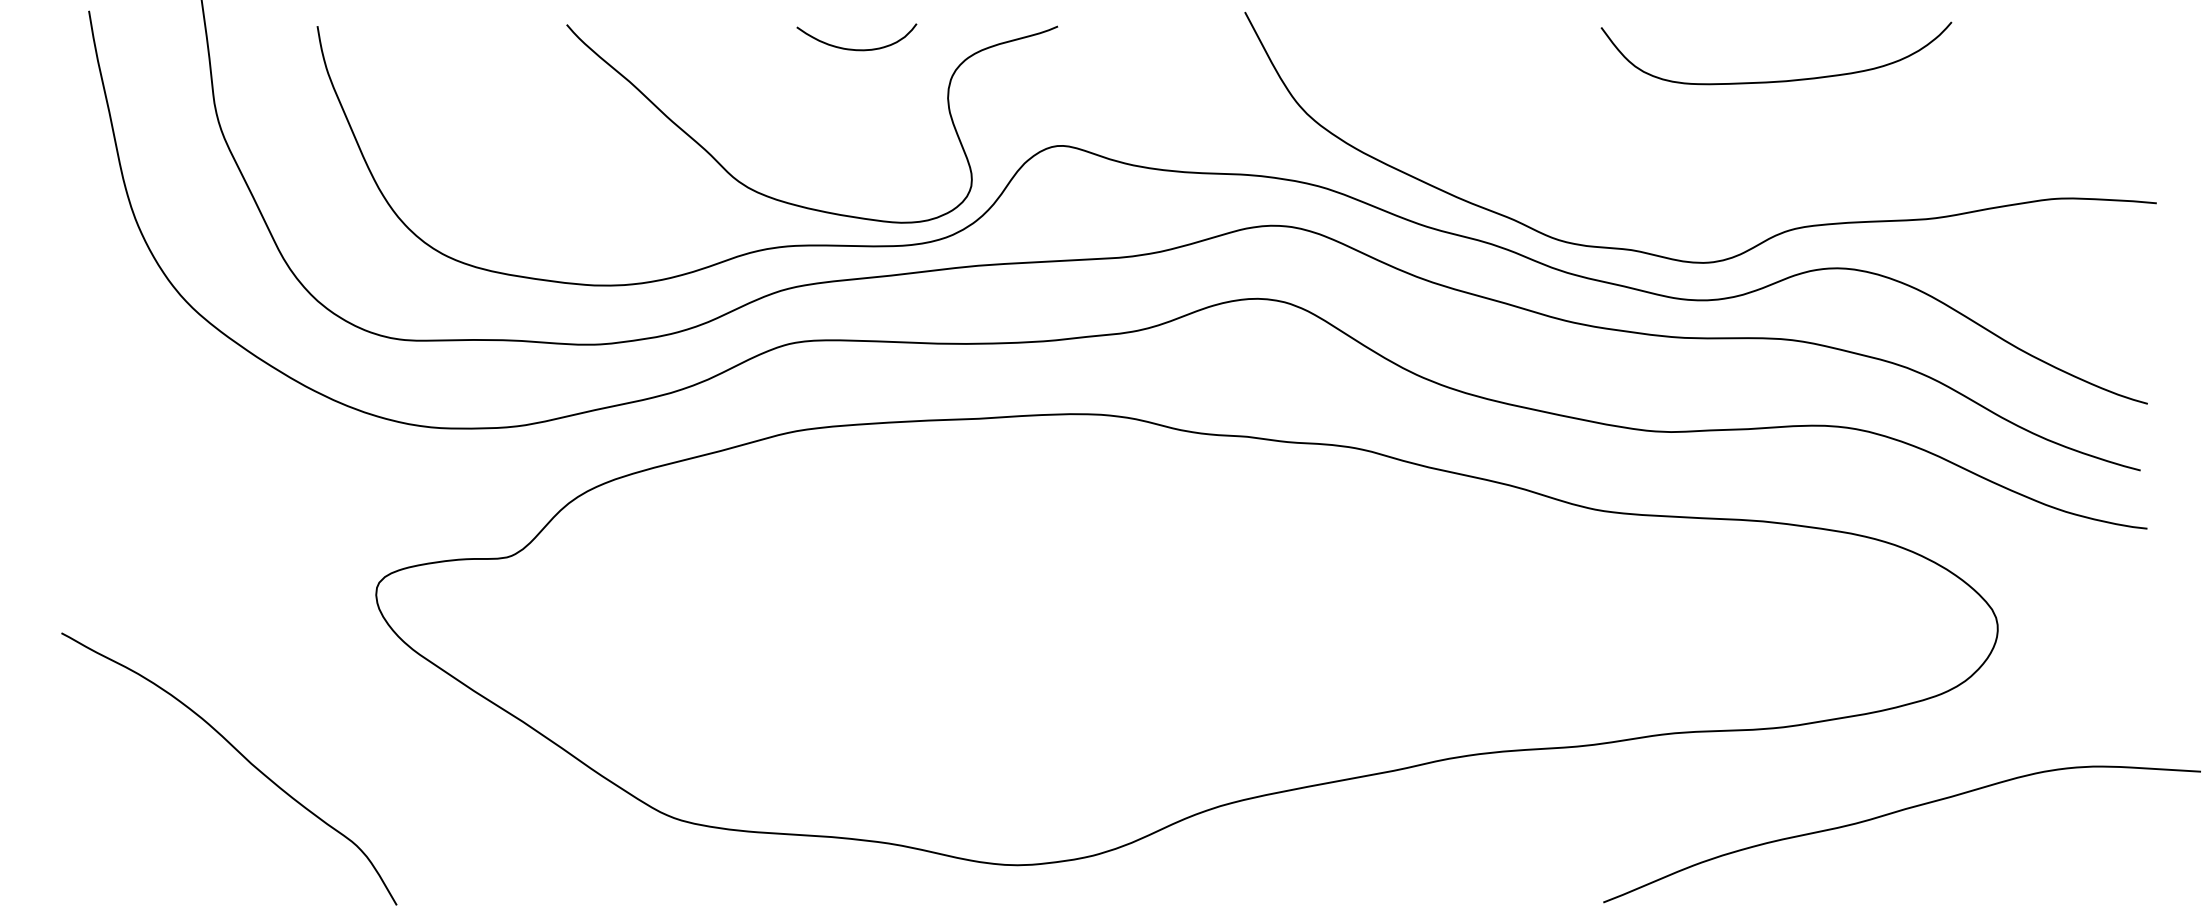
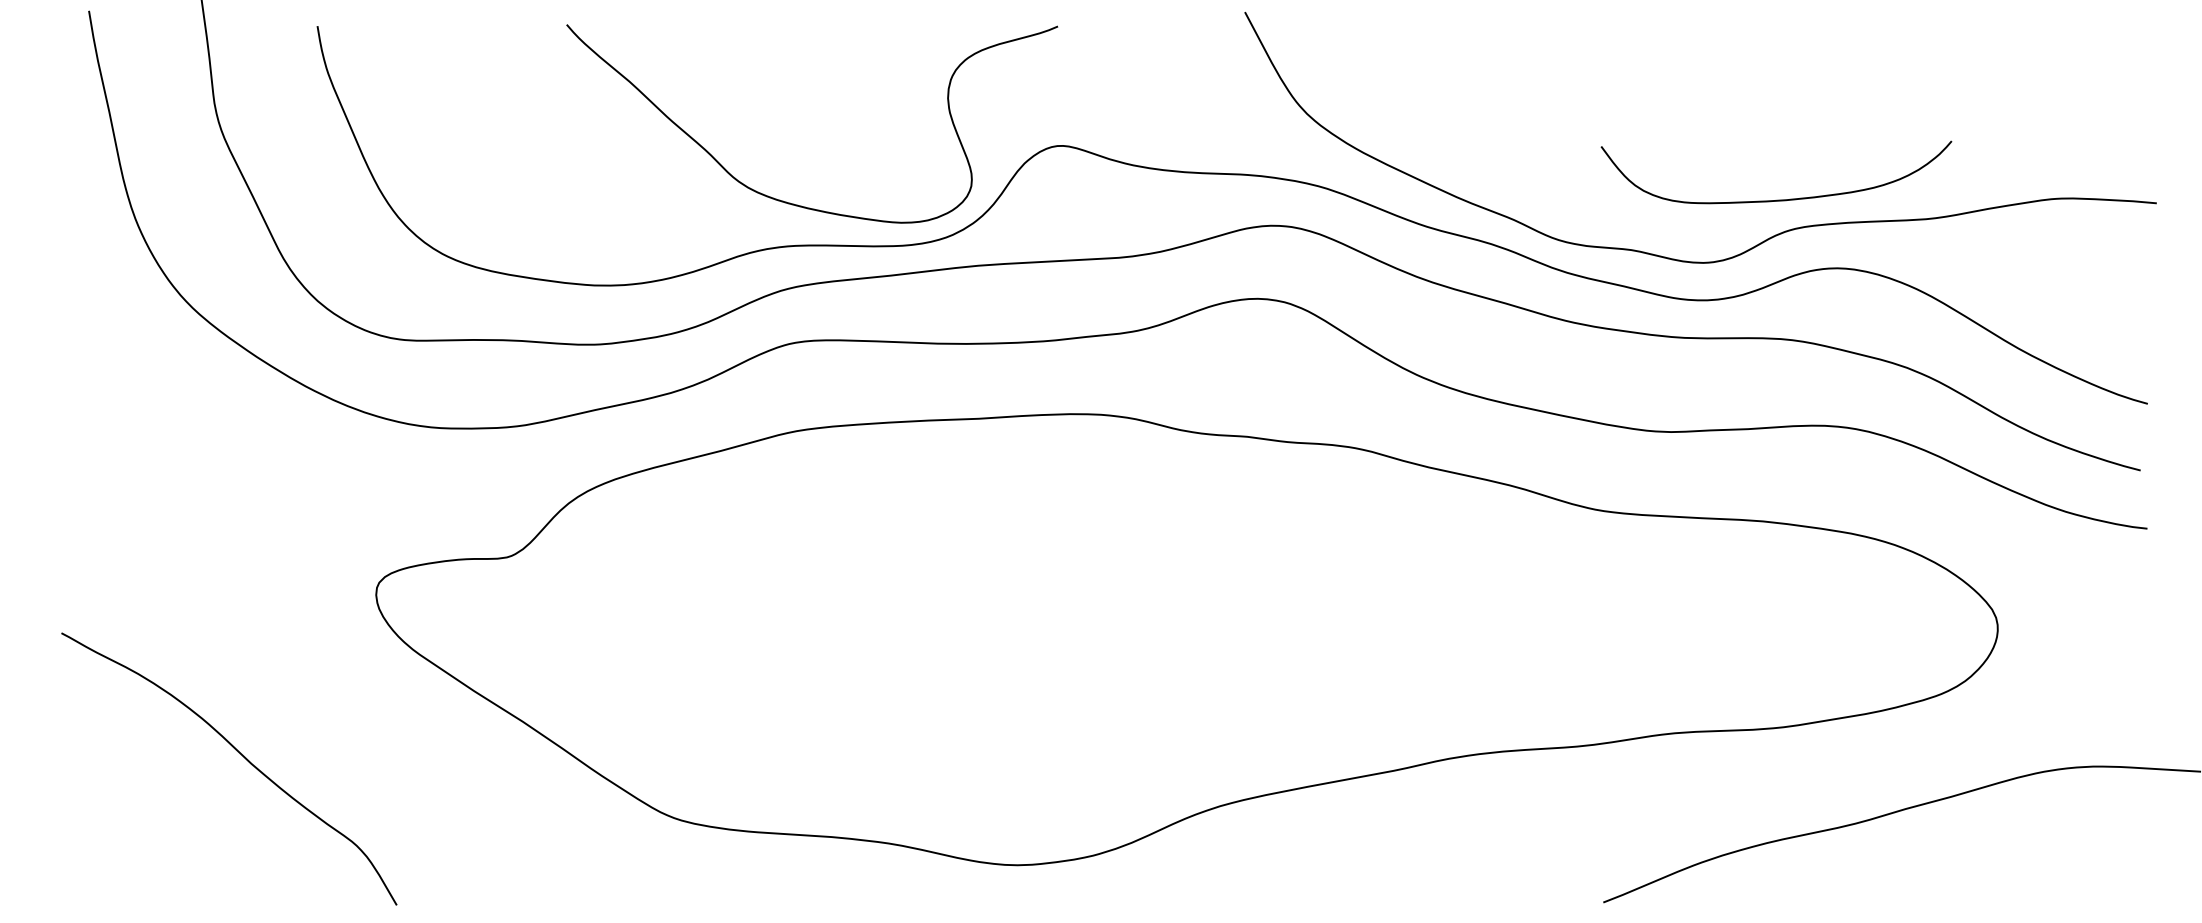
curve at (852, 48): present -> none
curve at (1776, 80) position: (1776, 80) -> (1776, 199)
